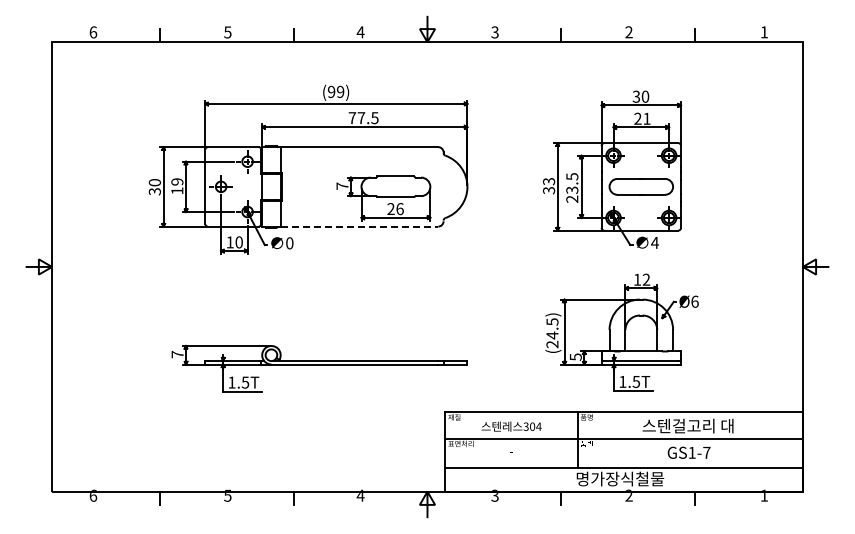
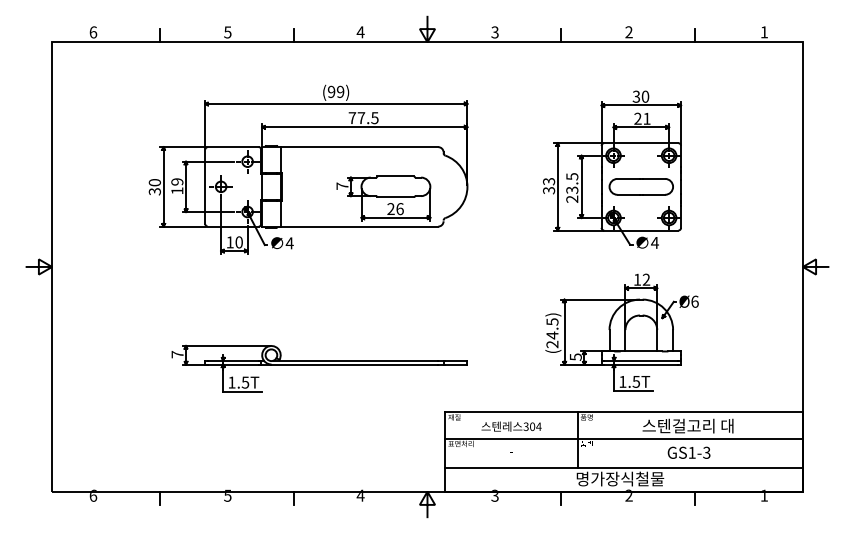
line at (359, 226): dashed -> solid
text at (289, 243): 0 -> 4
text at (706, 452): GS1-7 -> GS1-3
